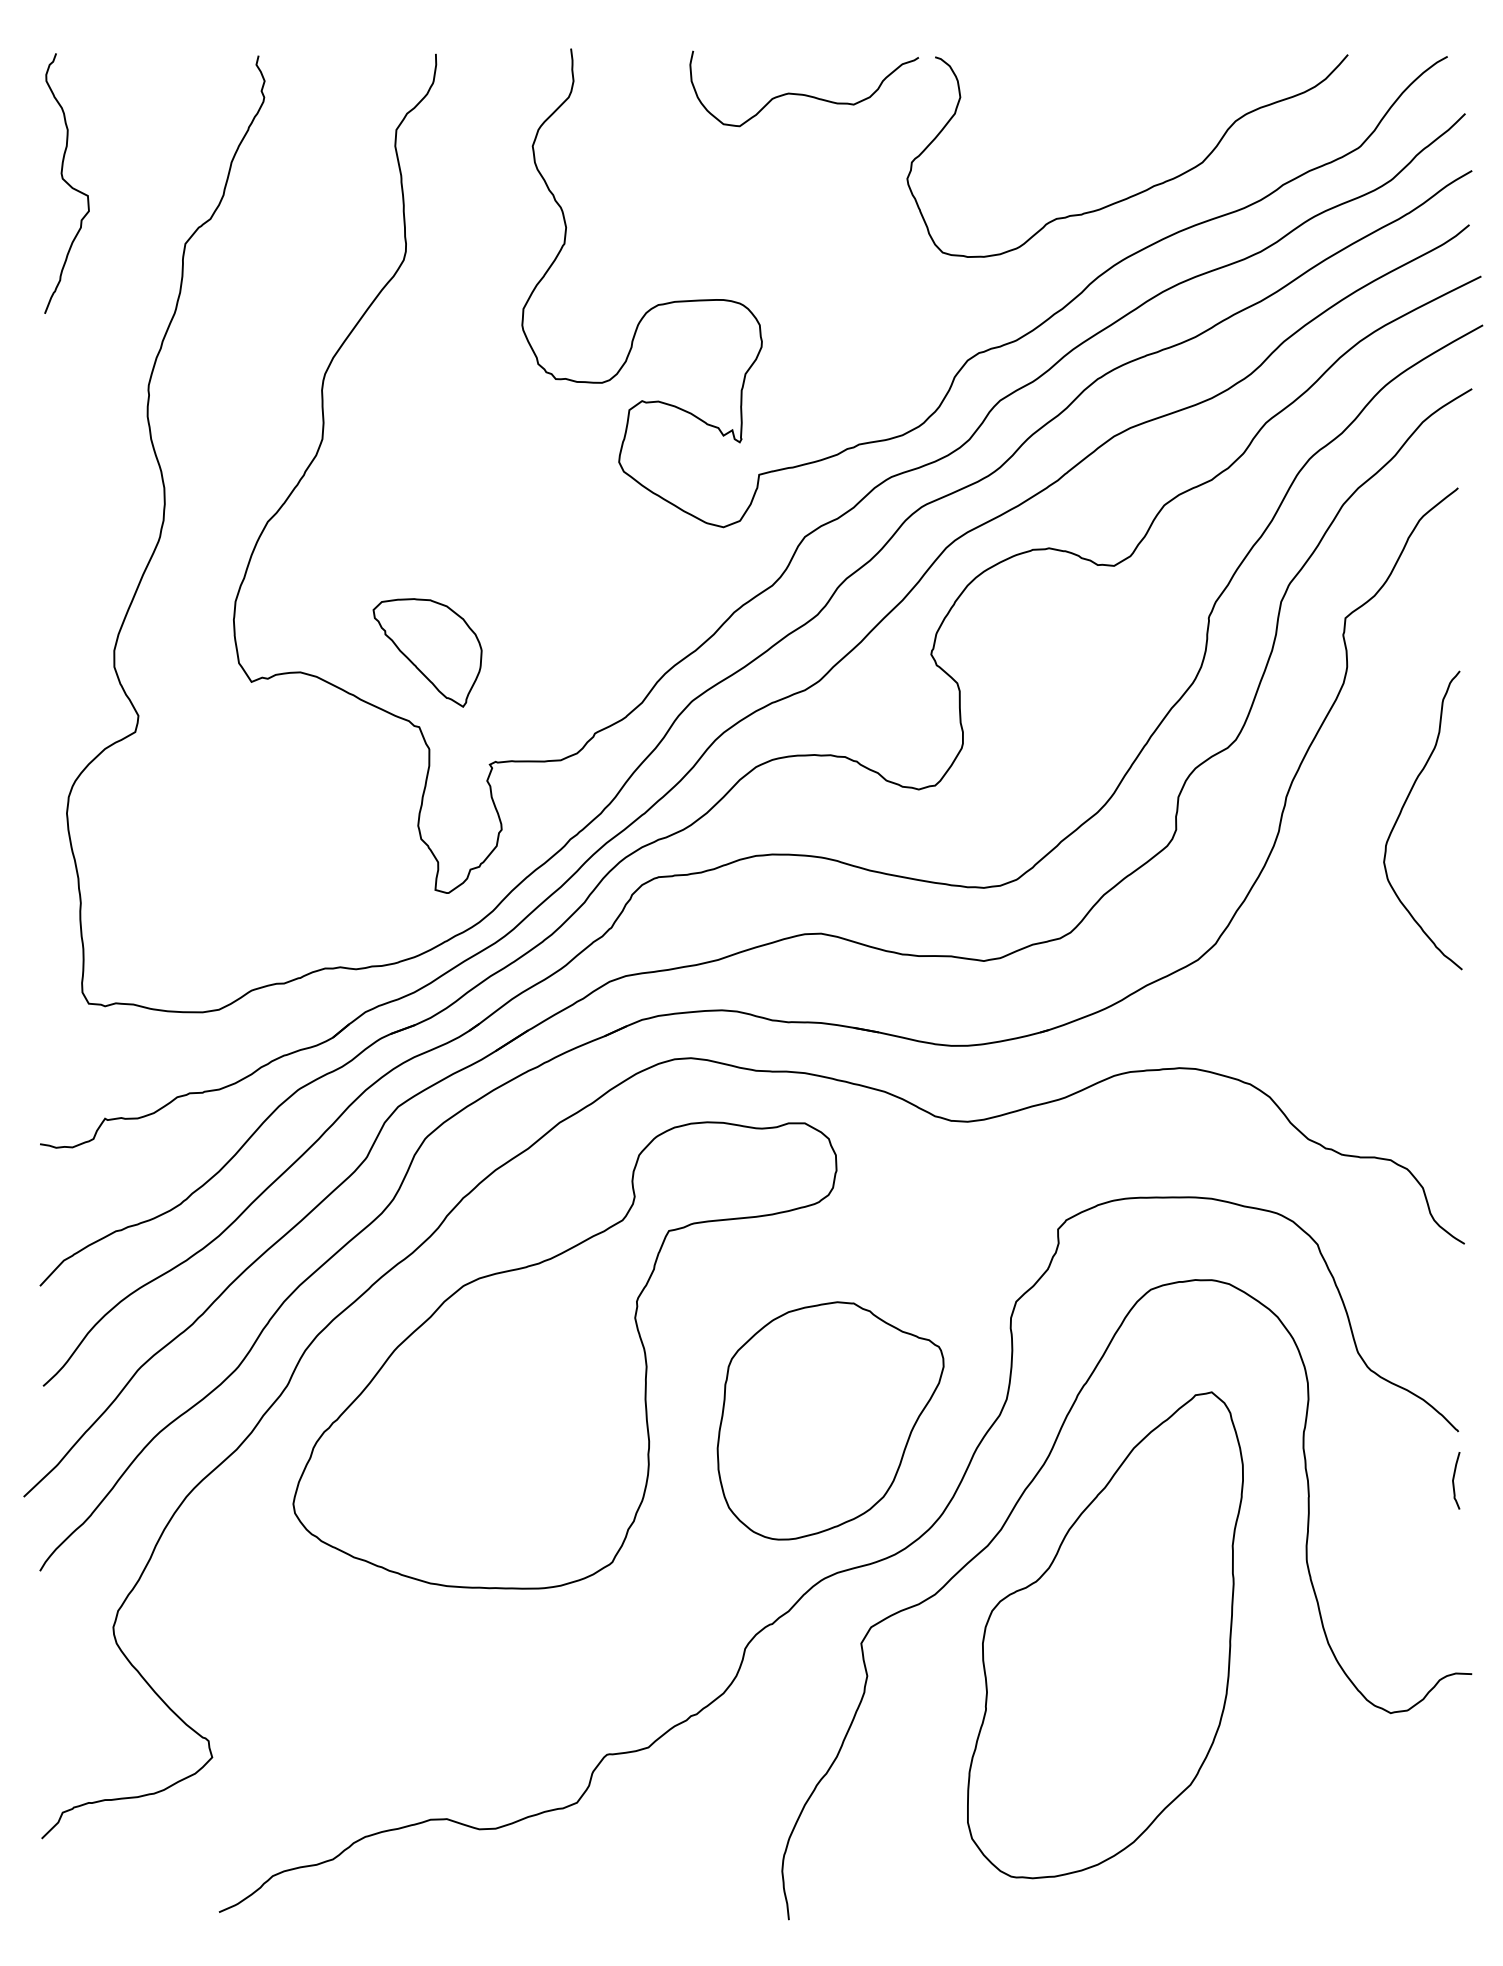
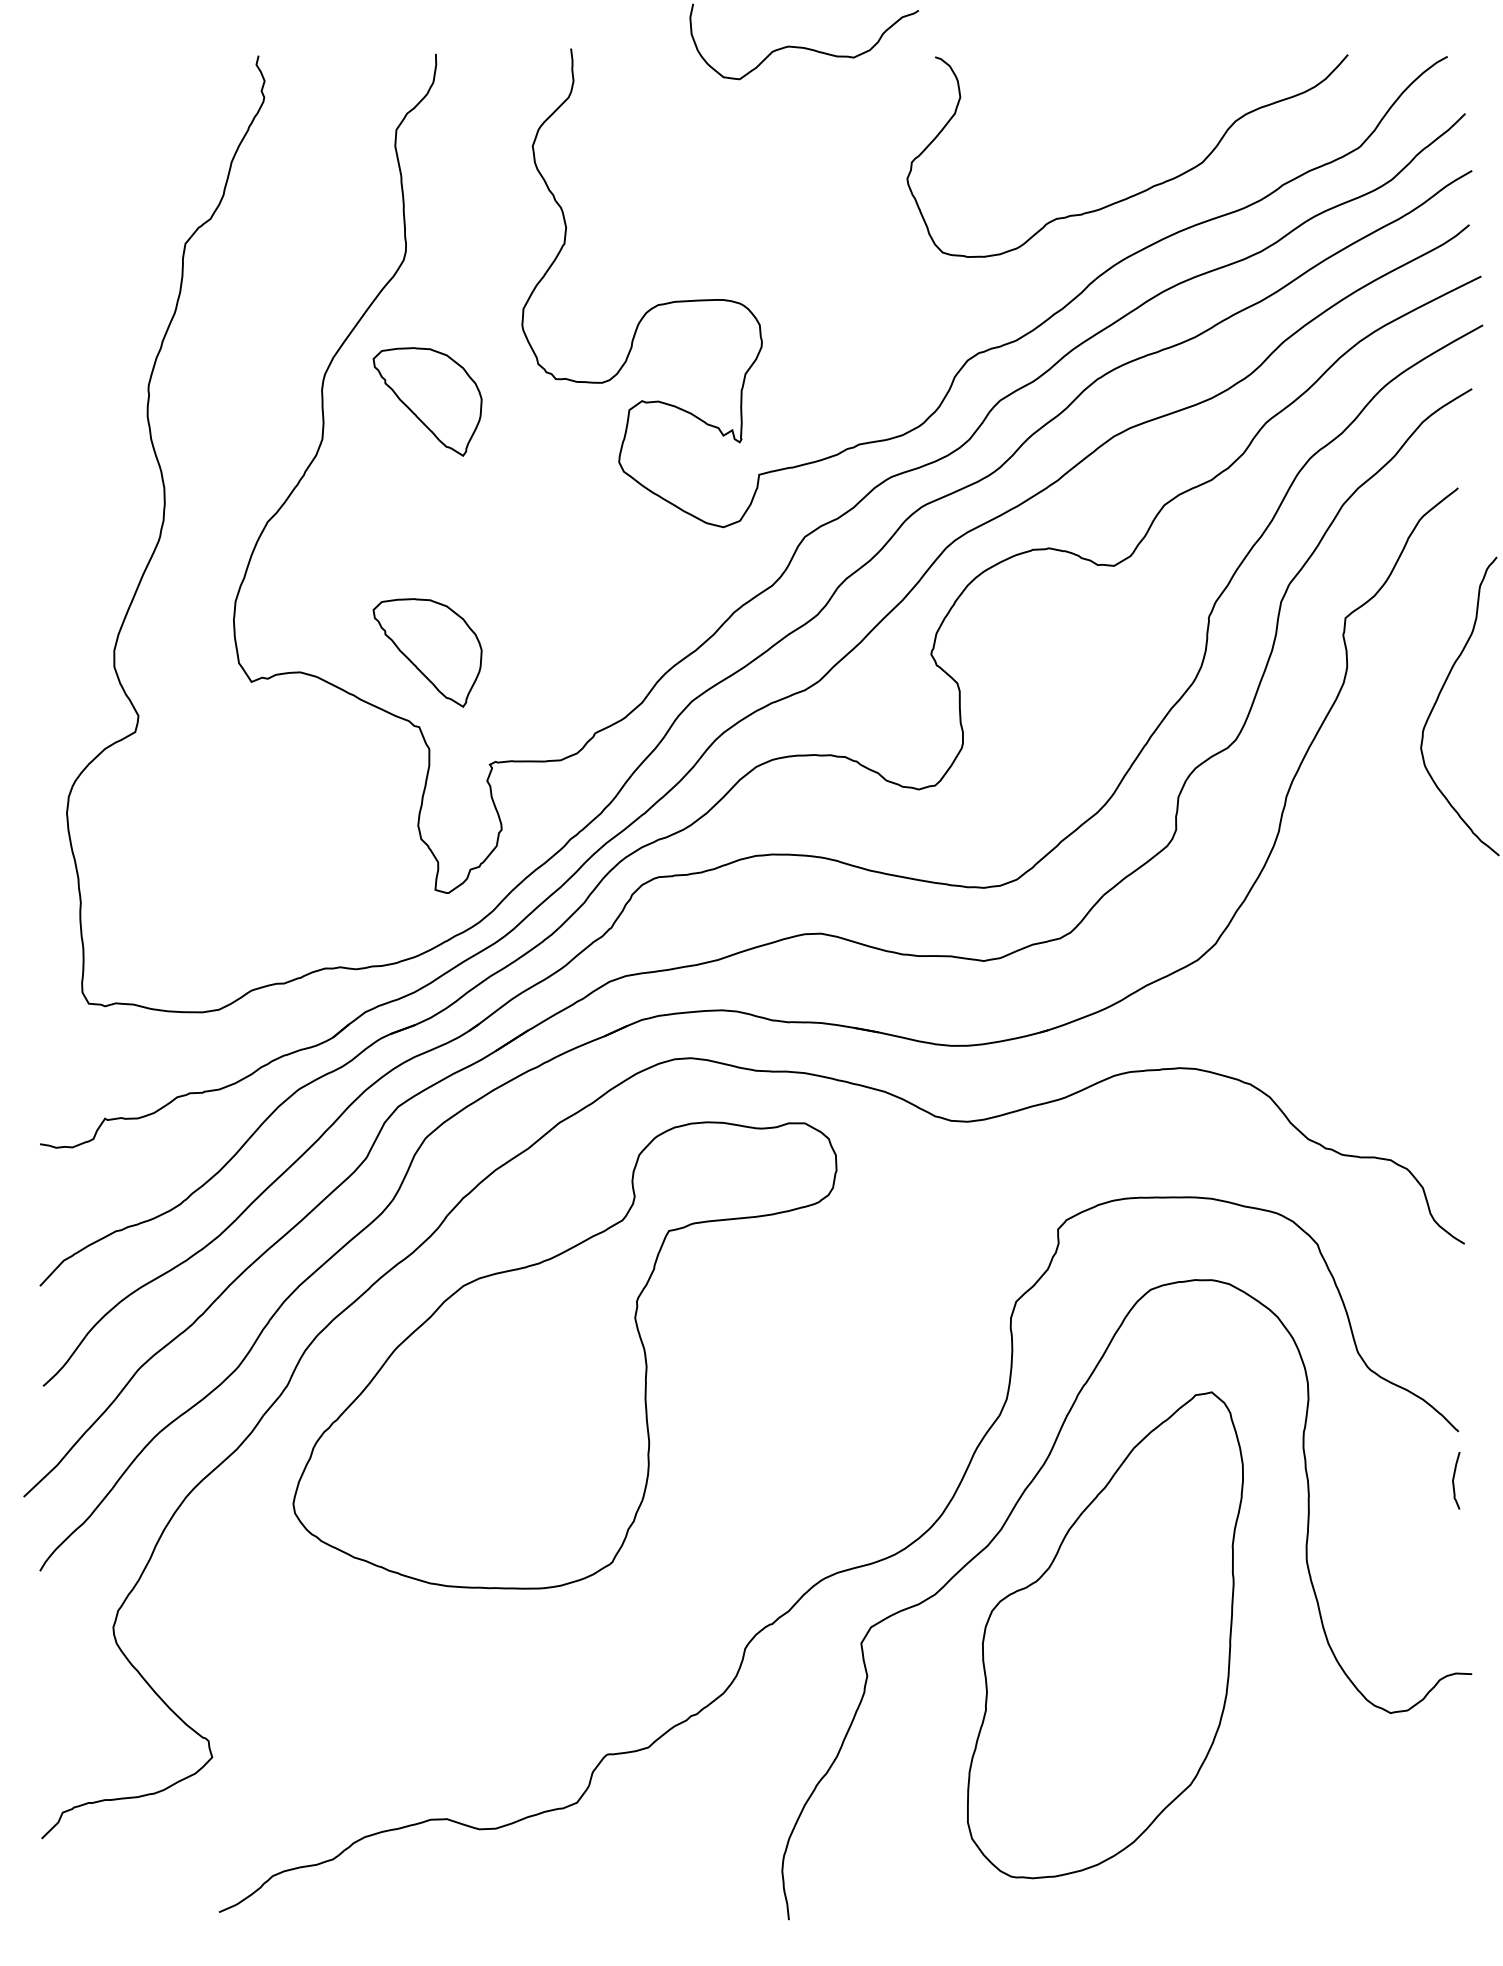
curve at (802, 93) position: (802, 93) -> (802, 46)
curve at (66, 183): present -> none
part at (427, 401): none -> present
curve at (1401, 813) position: (1401, 813) -> (1438, 699)
part at (830, 1420): present -> none
